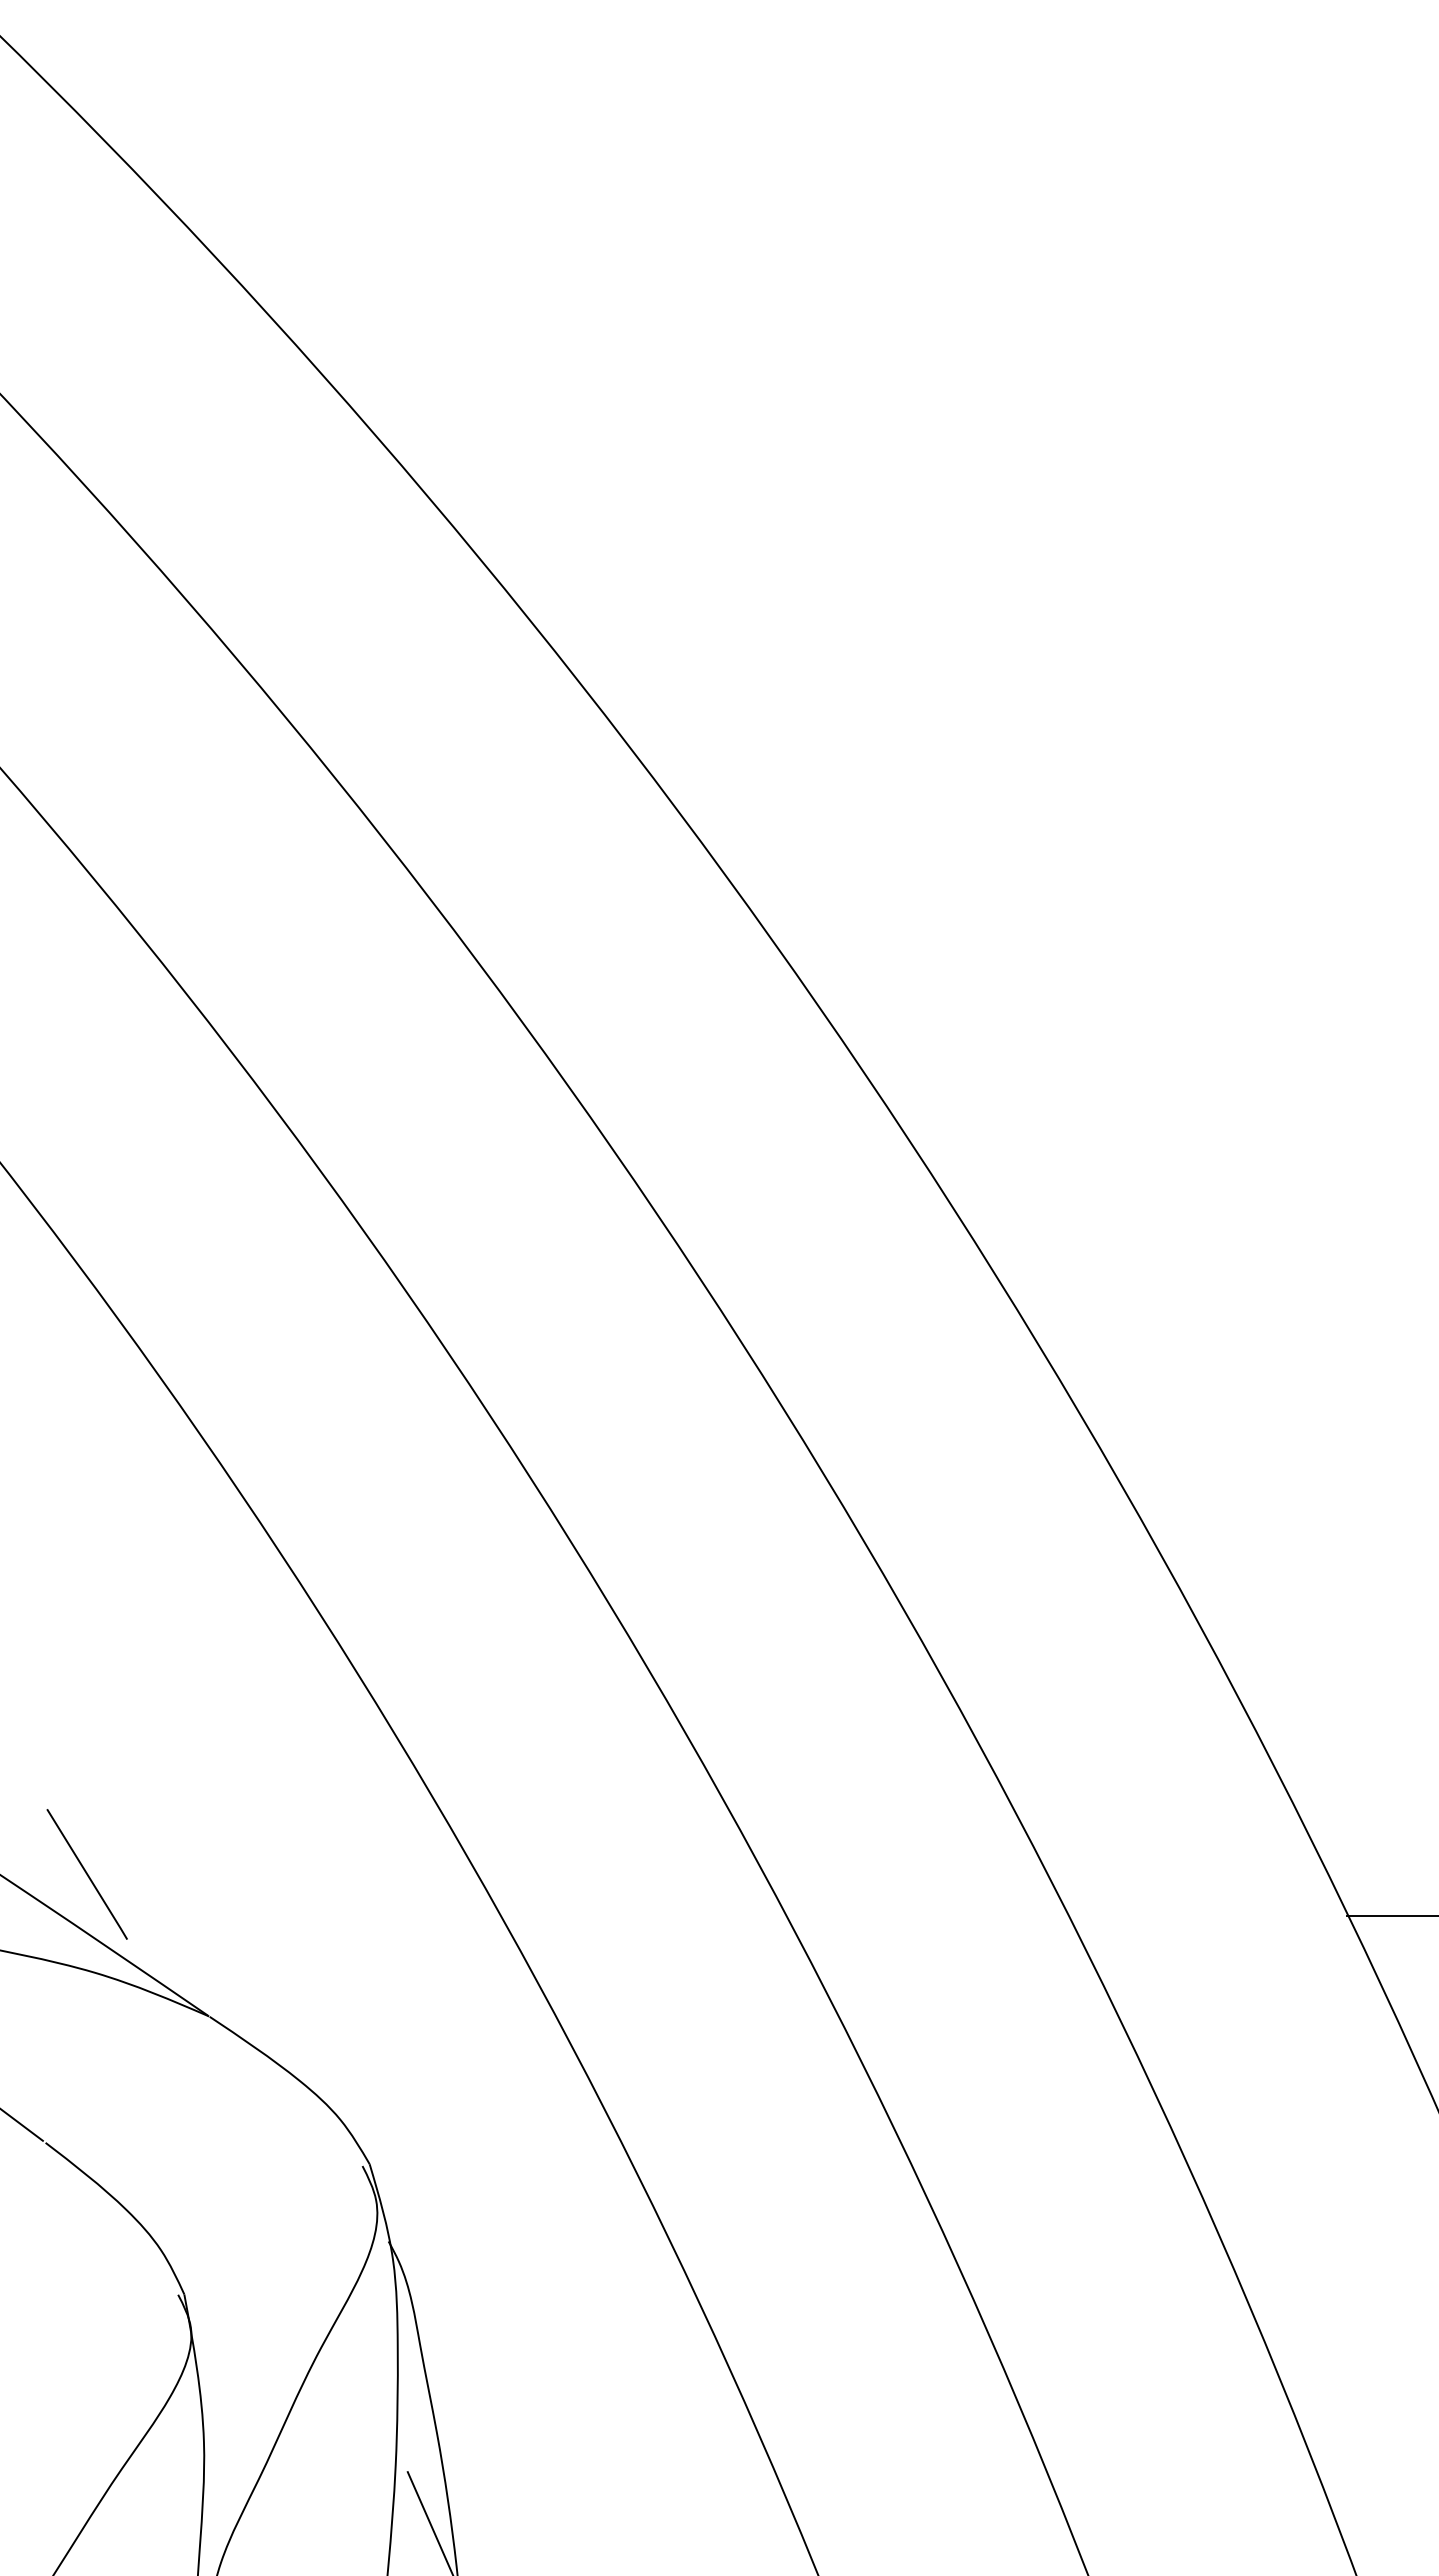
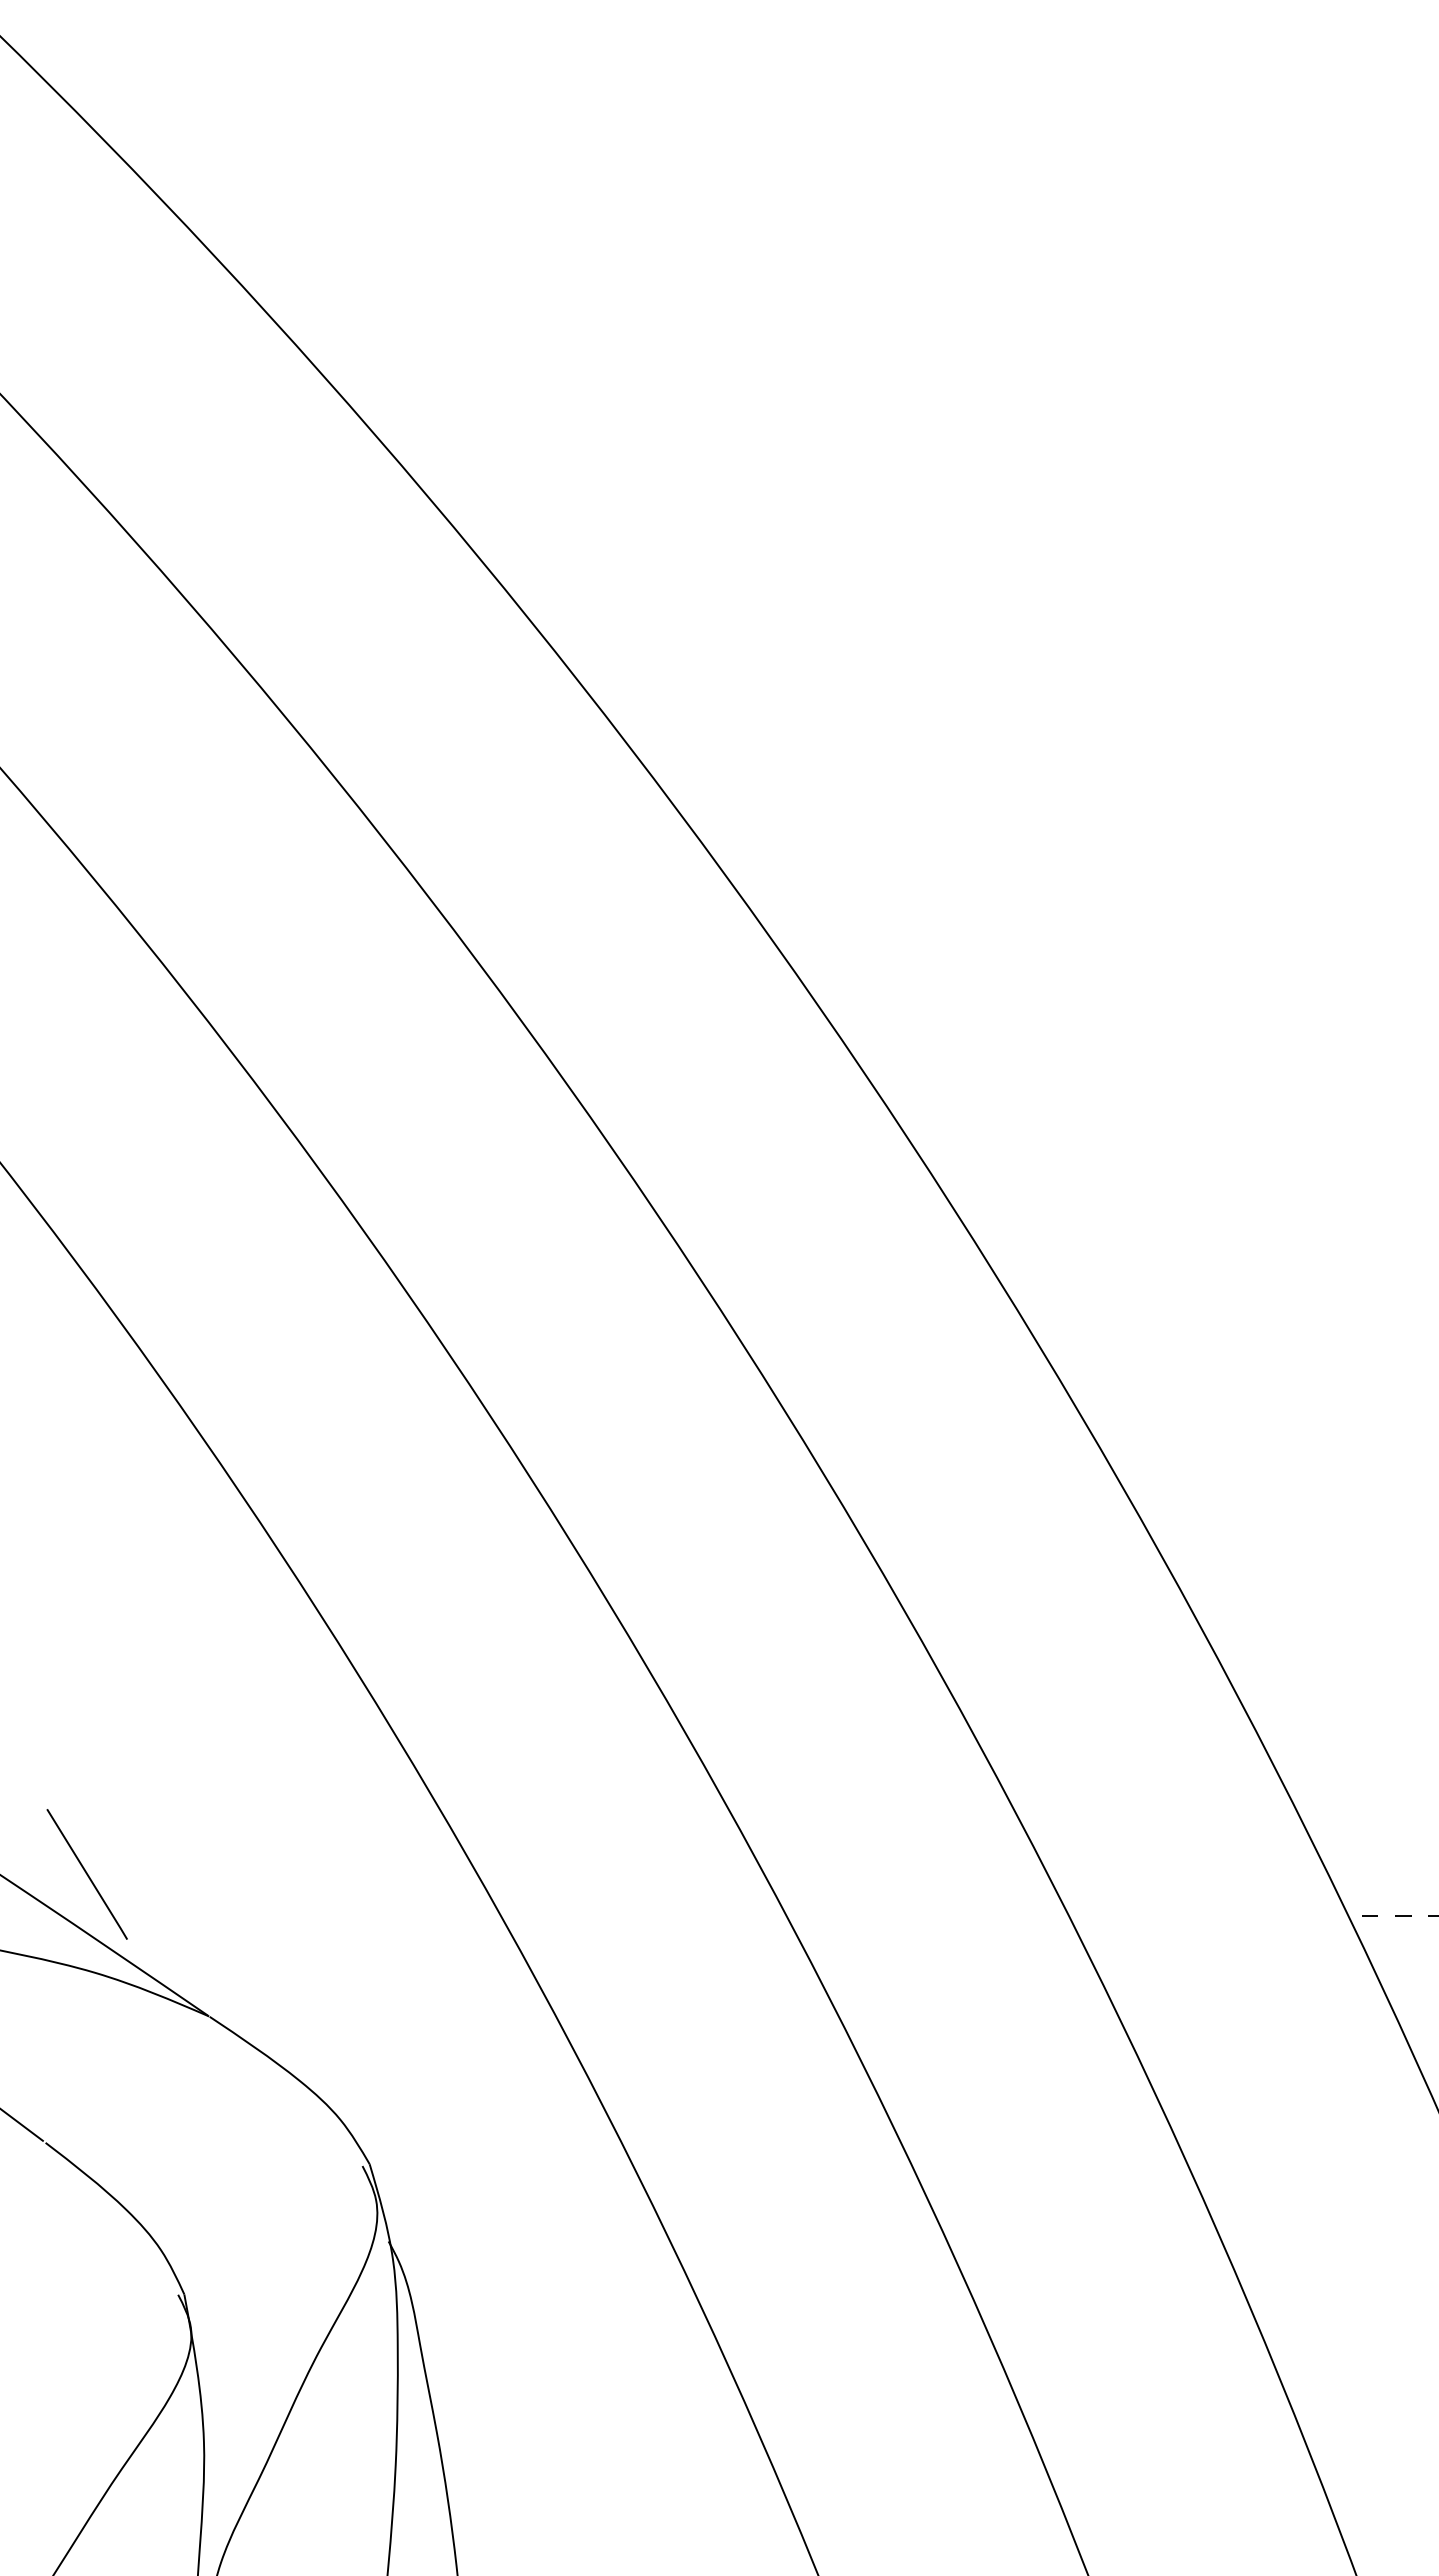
line at (1392, 1915): solid -> dashed
line at (429, 2522): present -> none
